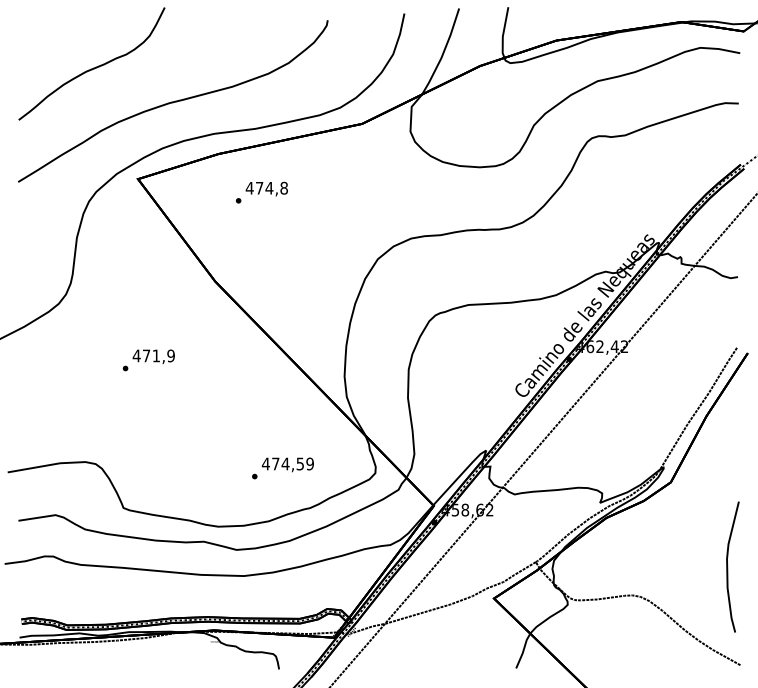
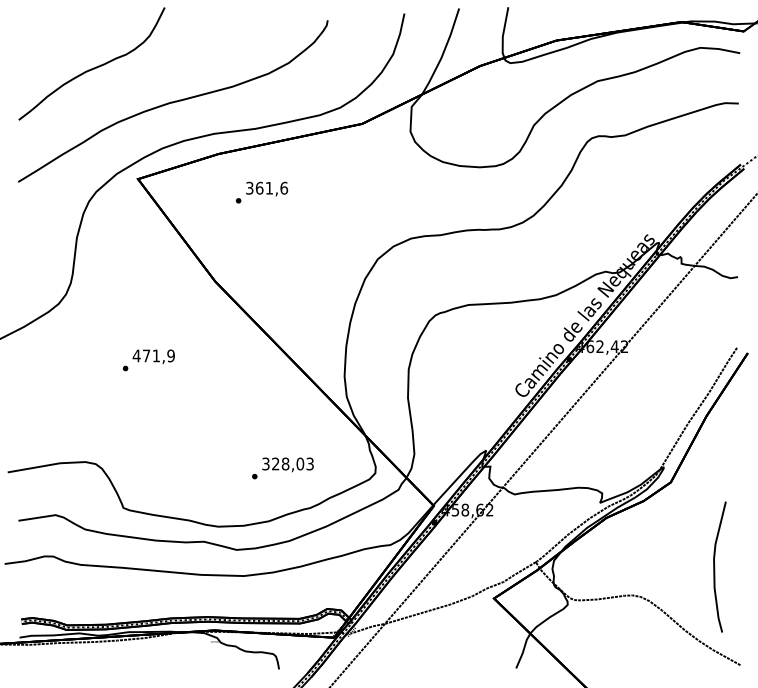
text at (266, 187): 474,8 -> 361,6
text at (287, 463): 474,59 -> 328,03
curve at (728, 566) position: (728, 566) -> (715, 566)
